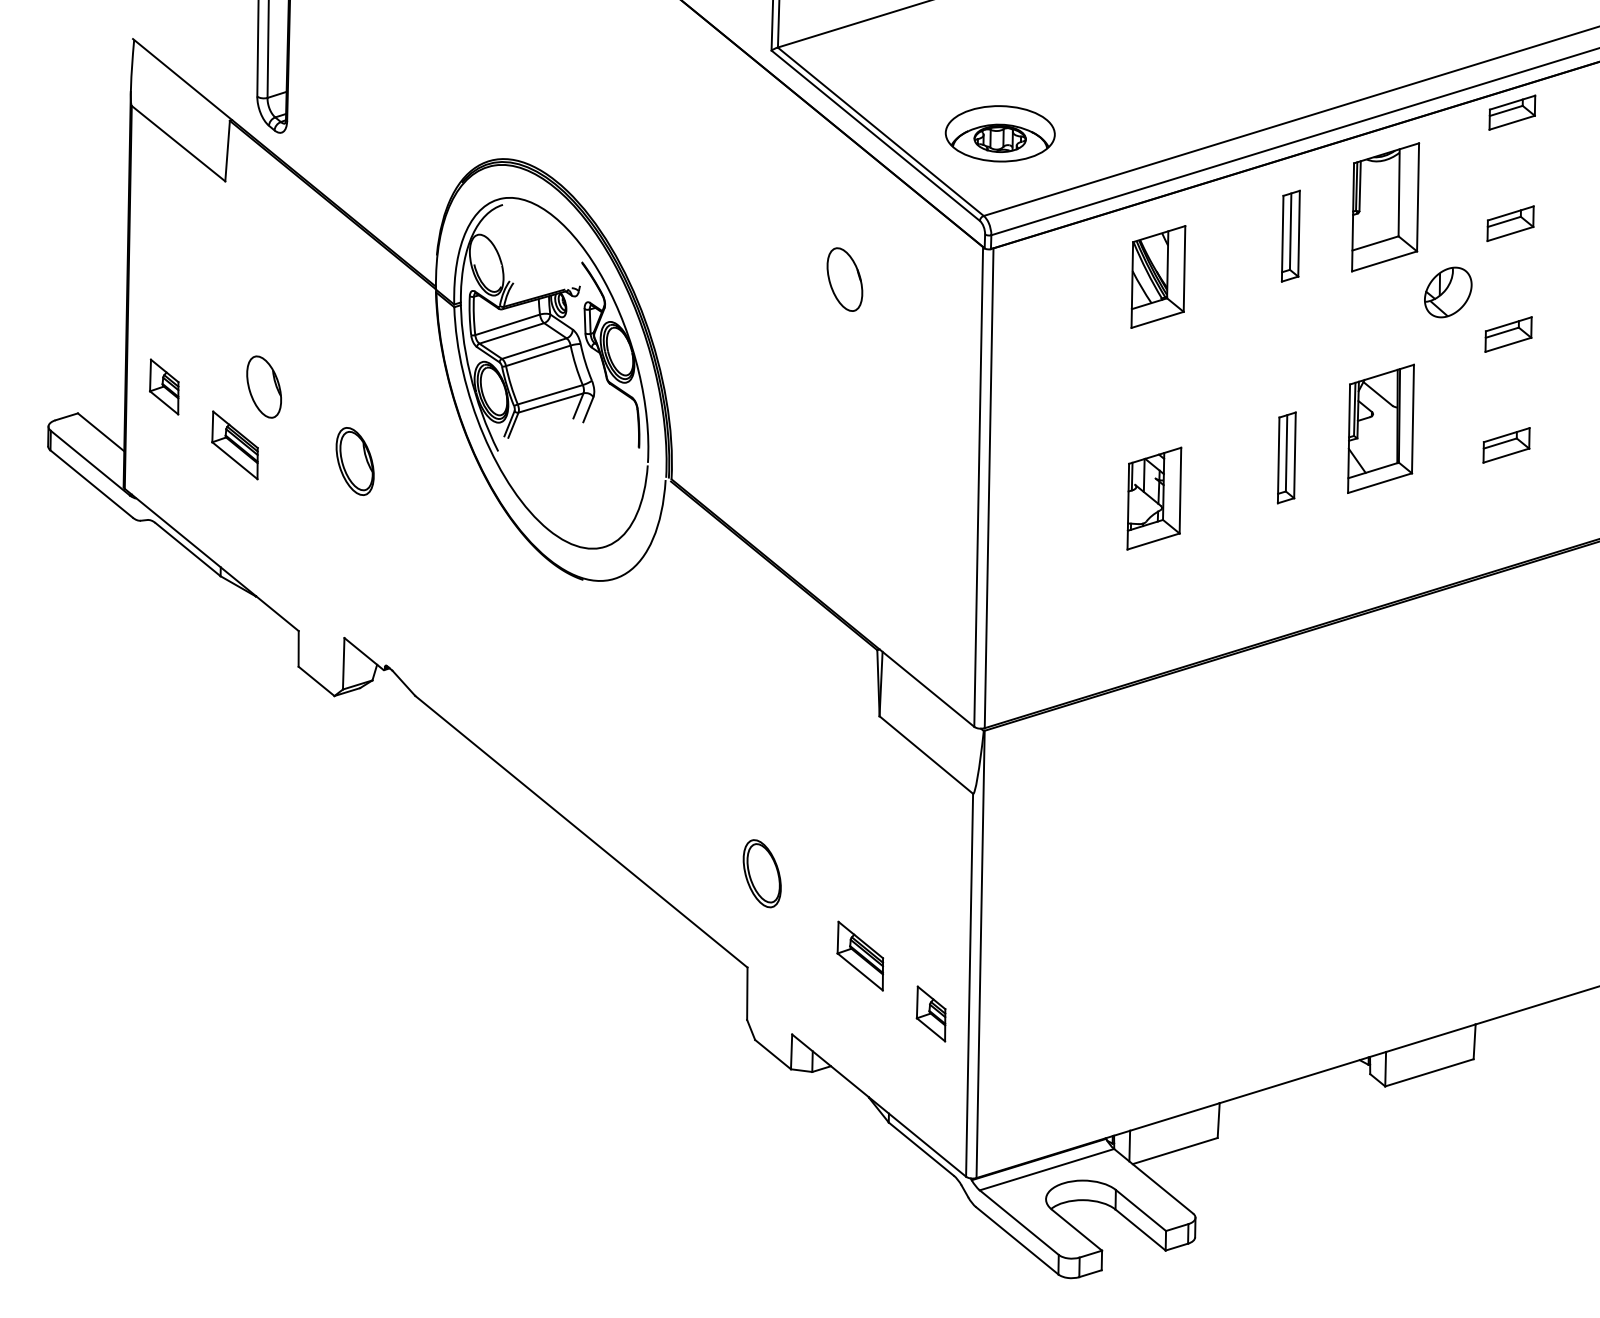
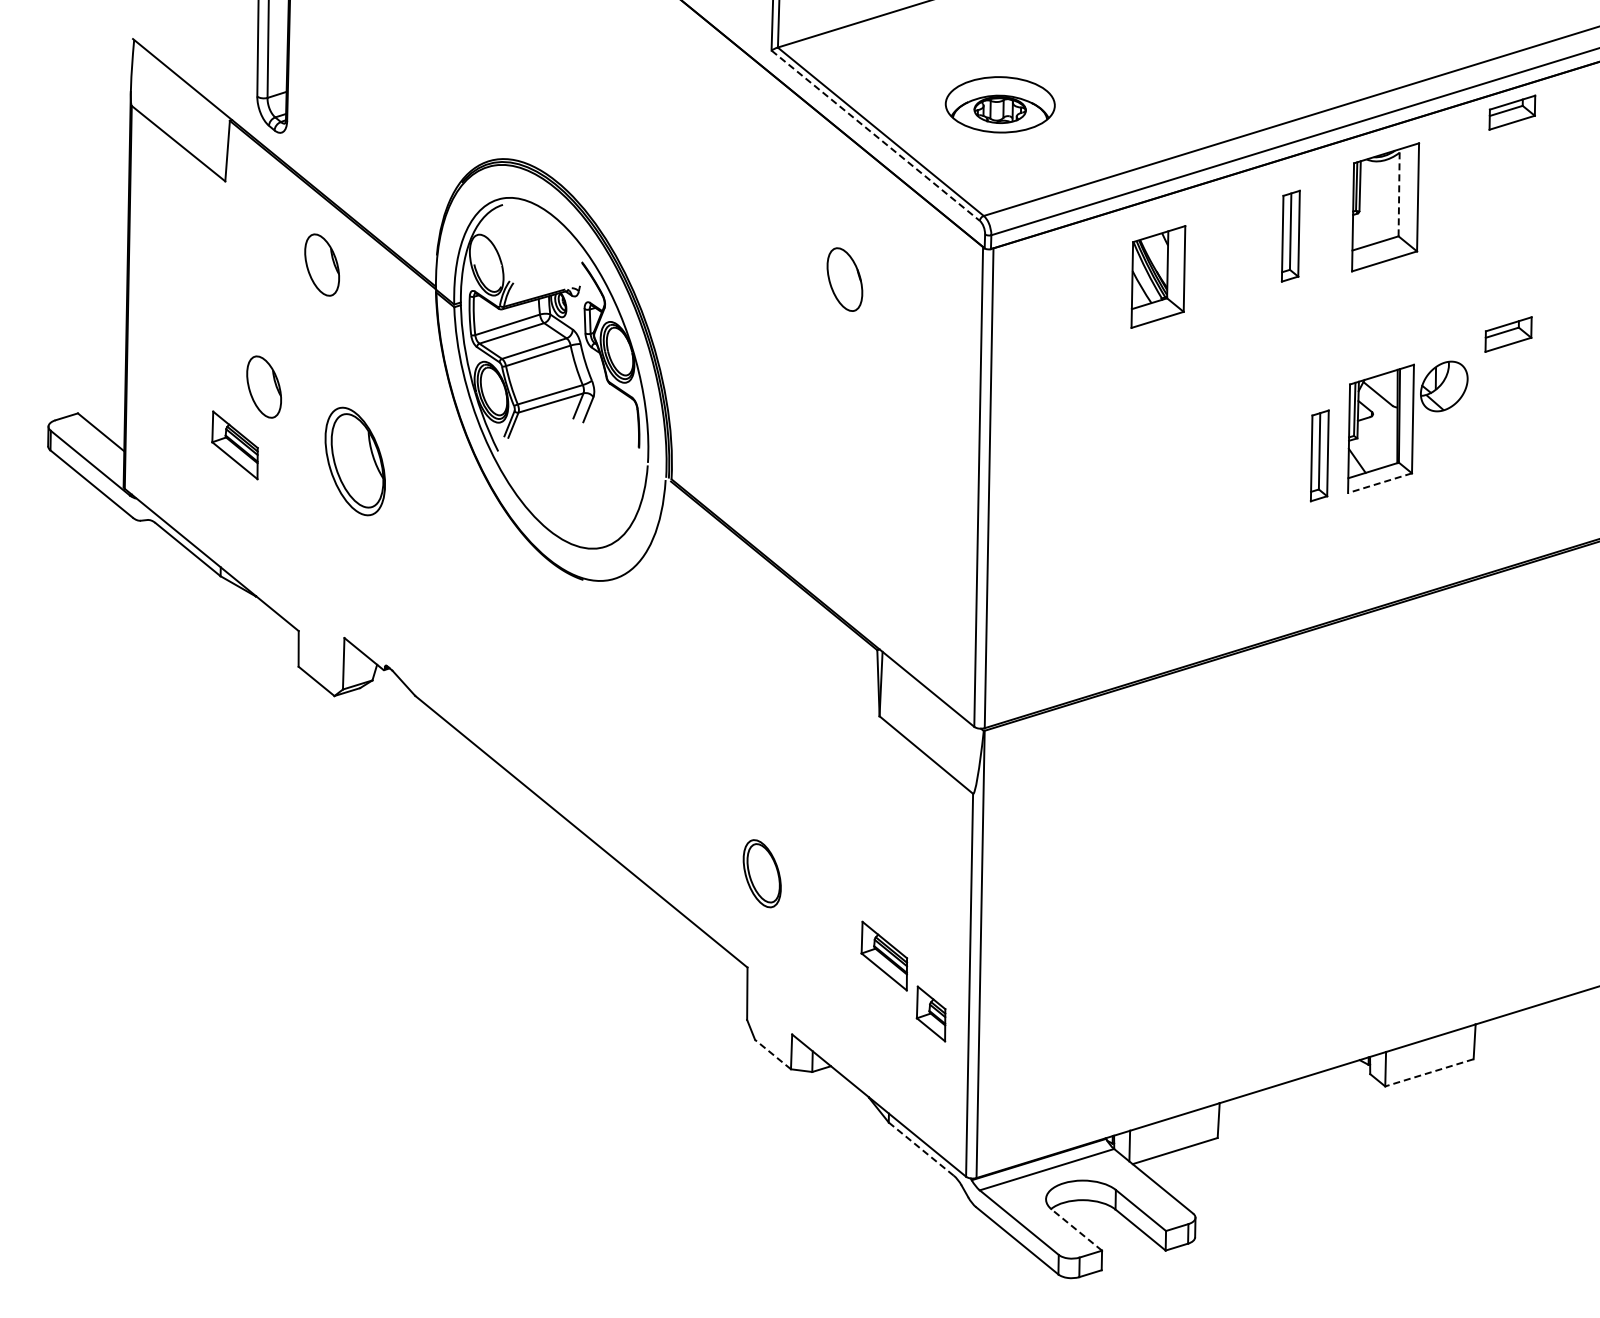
part at (999, 133) position: (999, 133) -> (999, 104)
line at (875, 135): solid -> dashed
line at (1399, 192): solid -> dashed
part at (1510, 223): present -> none
part at (321, 264): none -> present
part at (1448, 292) position: (1448, 292) -> (1444, 386)
part at (164, 386): present -> none
part at (1506, 445): present -> none
part at (1286, 457) position: (1286, 457) -> (1319, 455)
part at (354, 461) size: 40x69 px -> 62x111 px
line at (1379, 483): solid -> dashed
part at (1154, 498): present -> none
part at (860, 955) position: (860, 955) -> (884, 955)
line at (772, 1054): solid -> dashed
line at (1428, 1072): solid -> dashed
line at (921, 1149): solid -> dashed
line at (1076, 1229): solid -> dashed
